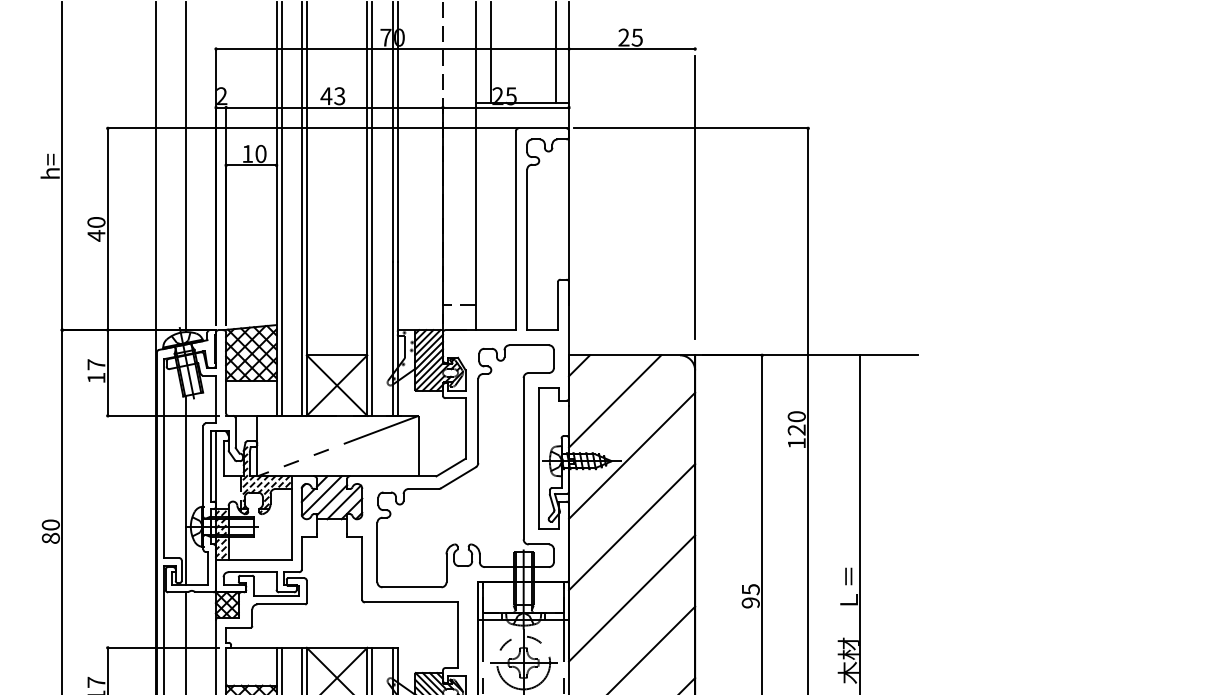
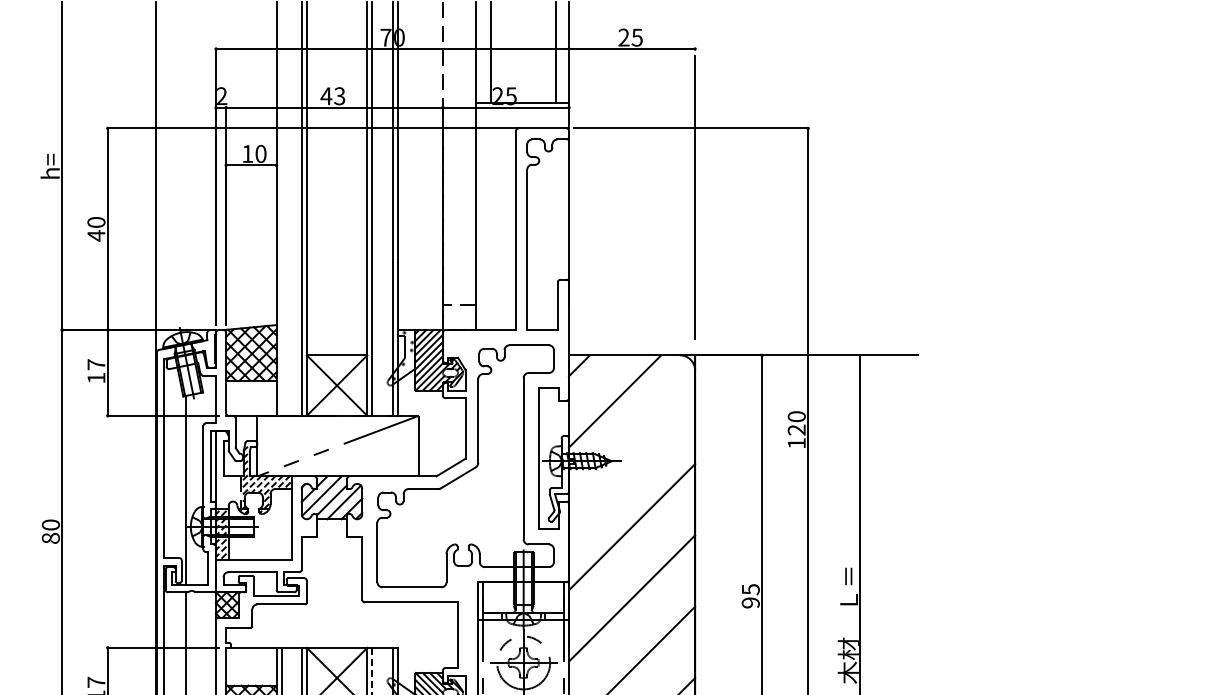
line at (185, 167): present -> none
line at (281, 208): present -> none
line at (632, 455): present -> none
line at (372, 671): solid -> dashed
